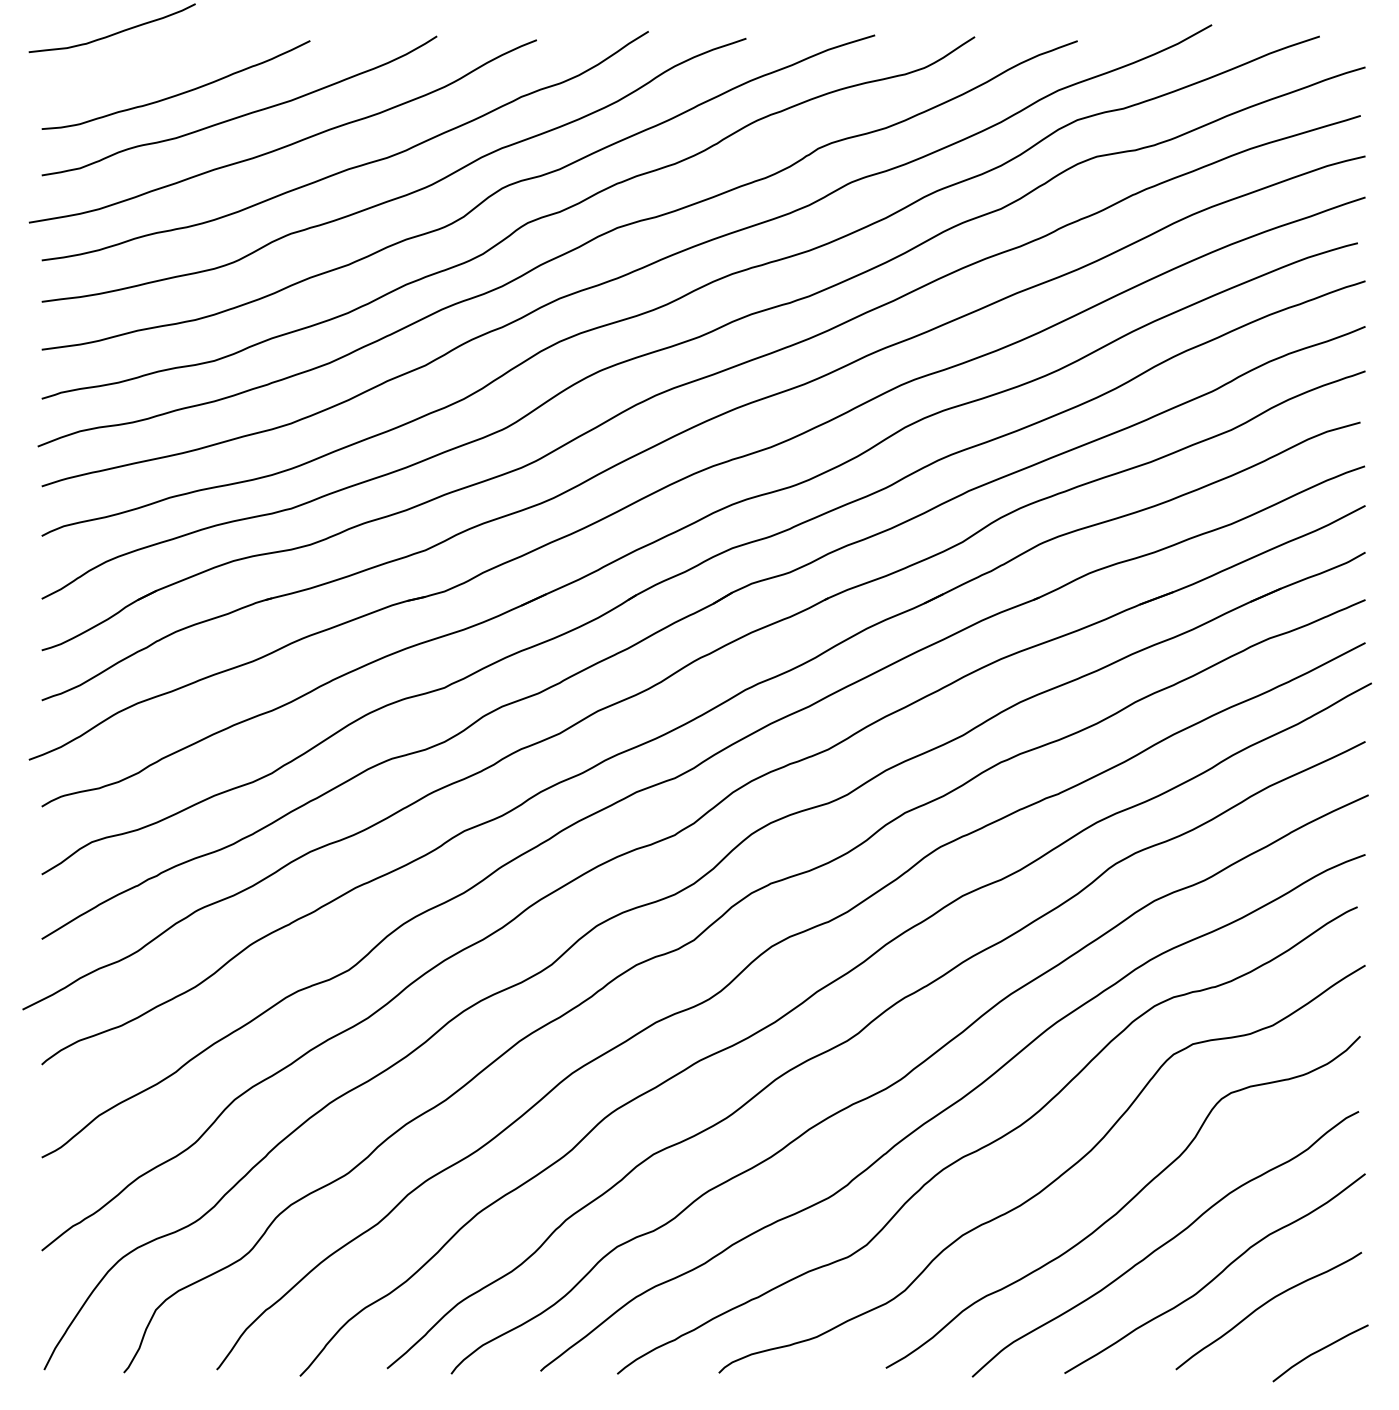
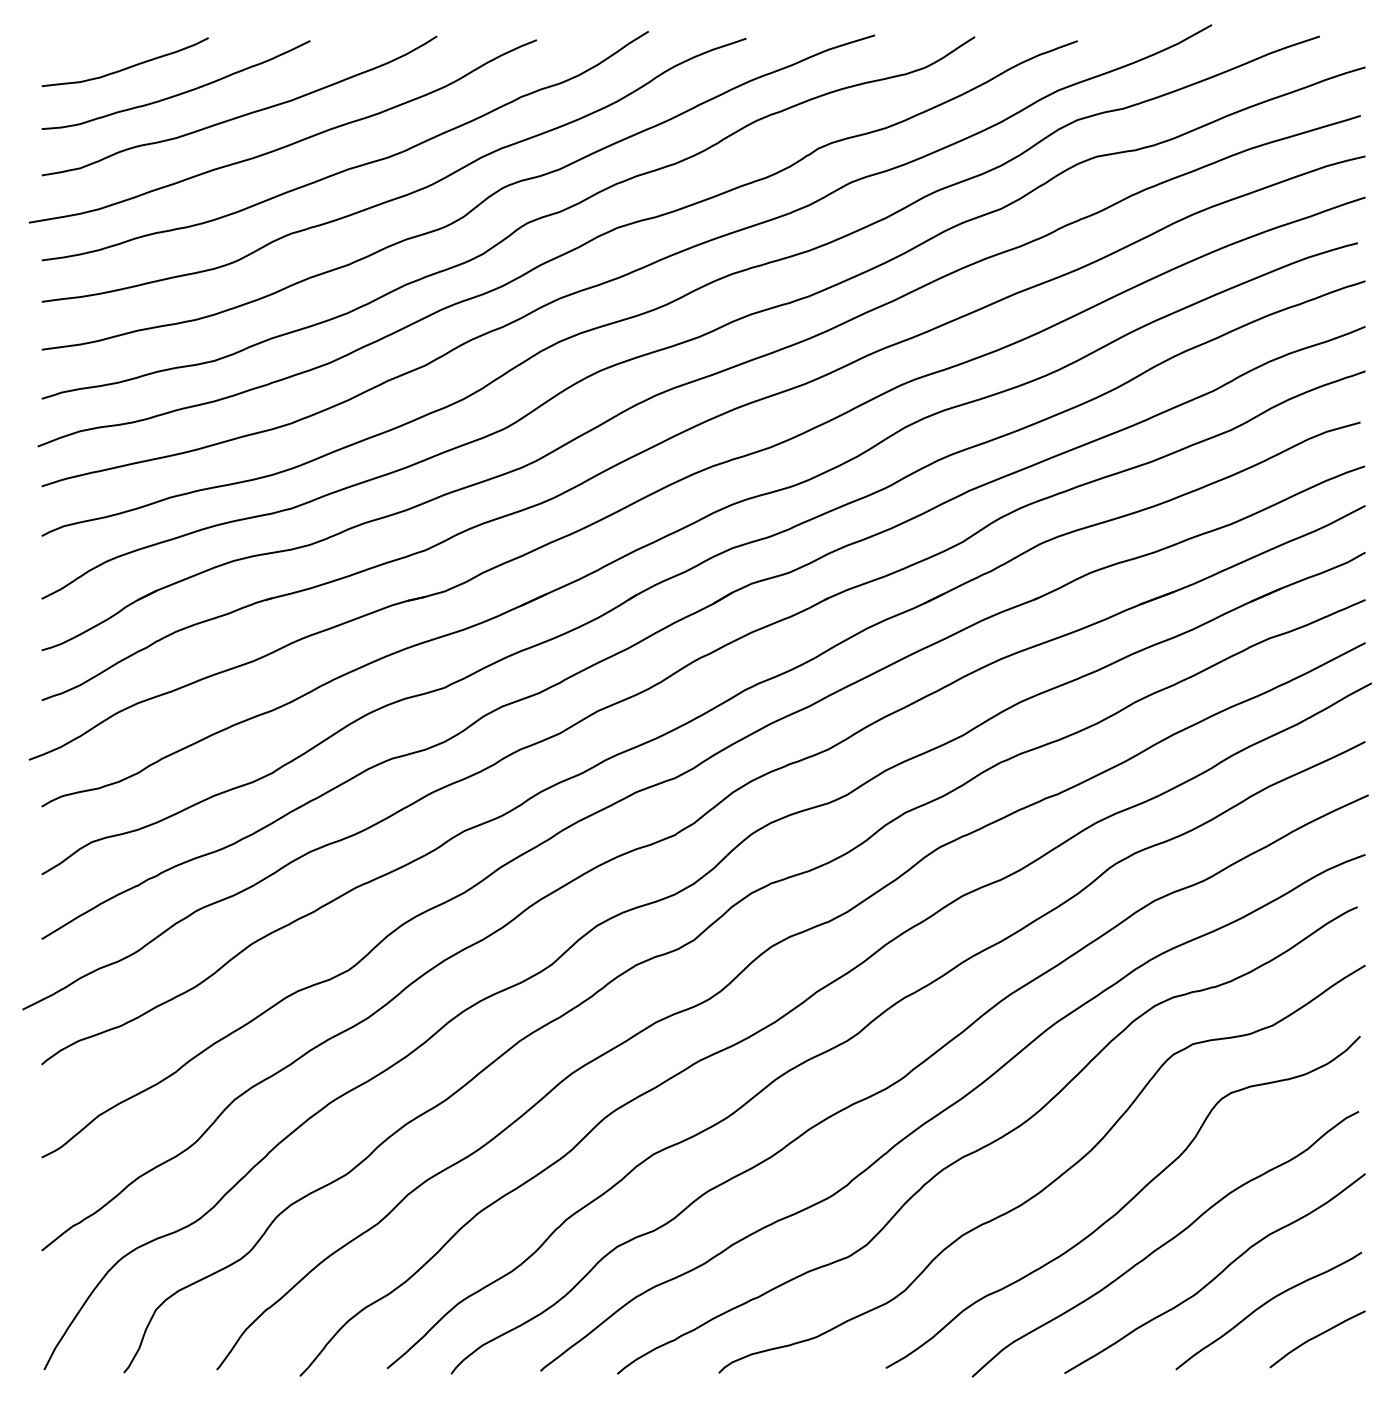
curve at (113, 33) position: (113, 33) -> (126, 67)
curve at (1320, 1351) position: (1320, 1351) -> (1317, 1337)
